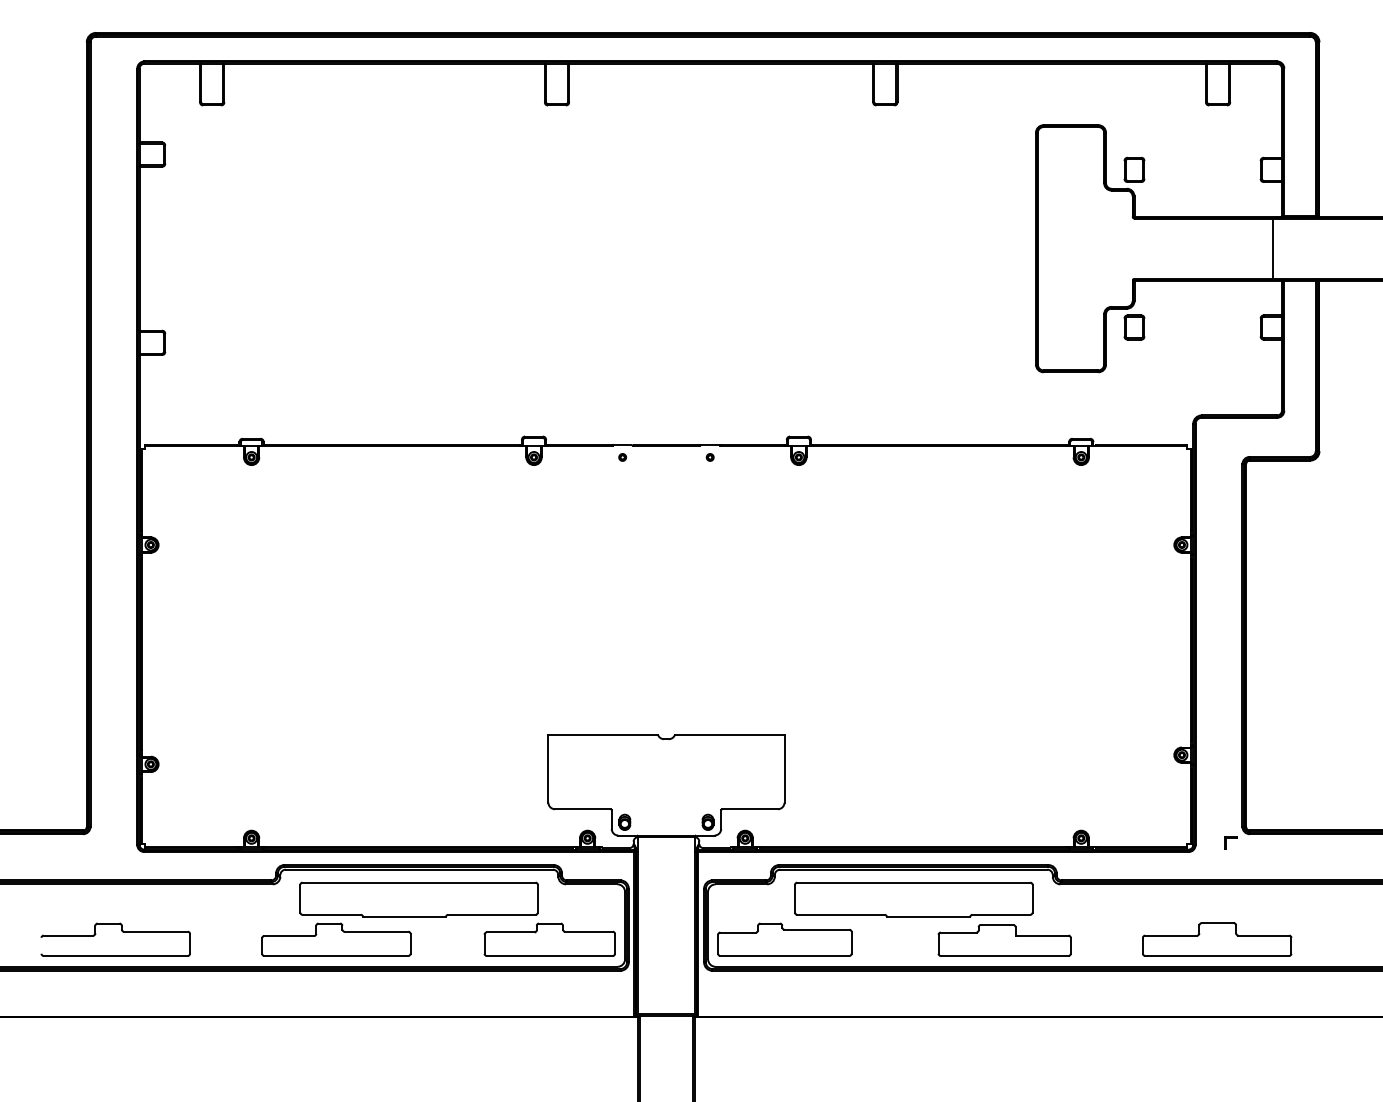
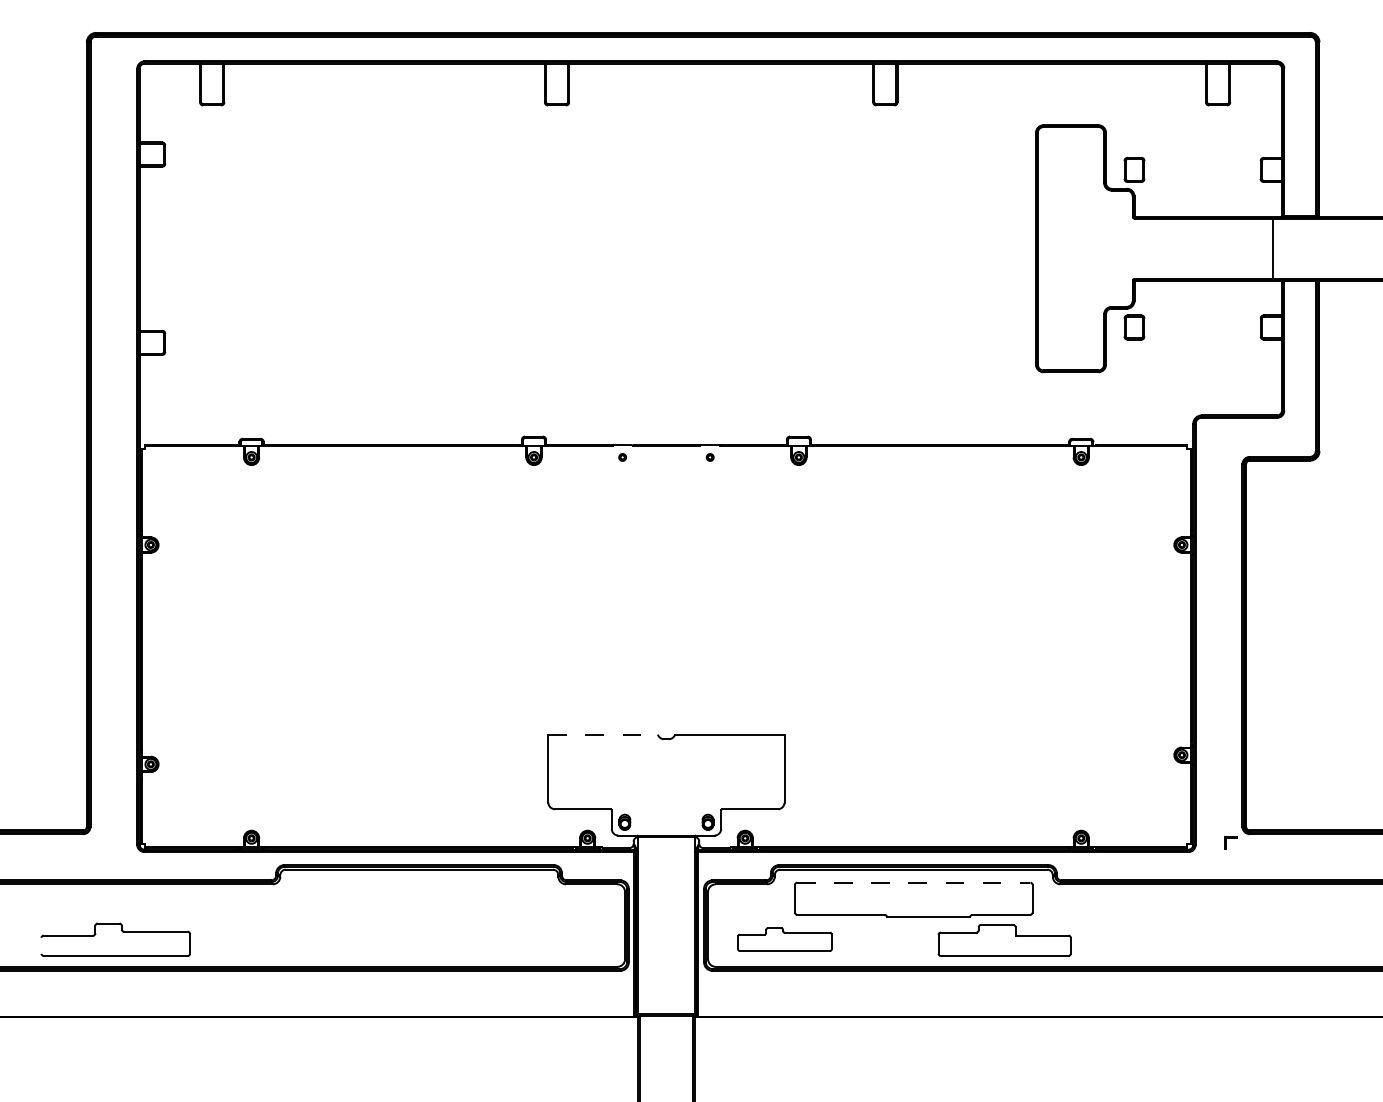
line at (603, 734): solid -> dashed
line at (913, 882): solid -> dashed
part at (438, 918): present -> none
part at (784, 939) size: 136x35 px -> 96x25 px
part at (1217, 939): present -> none
